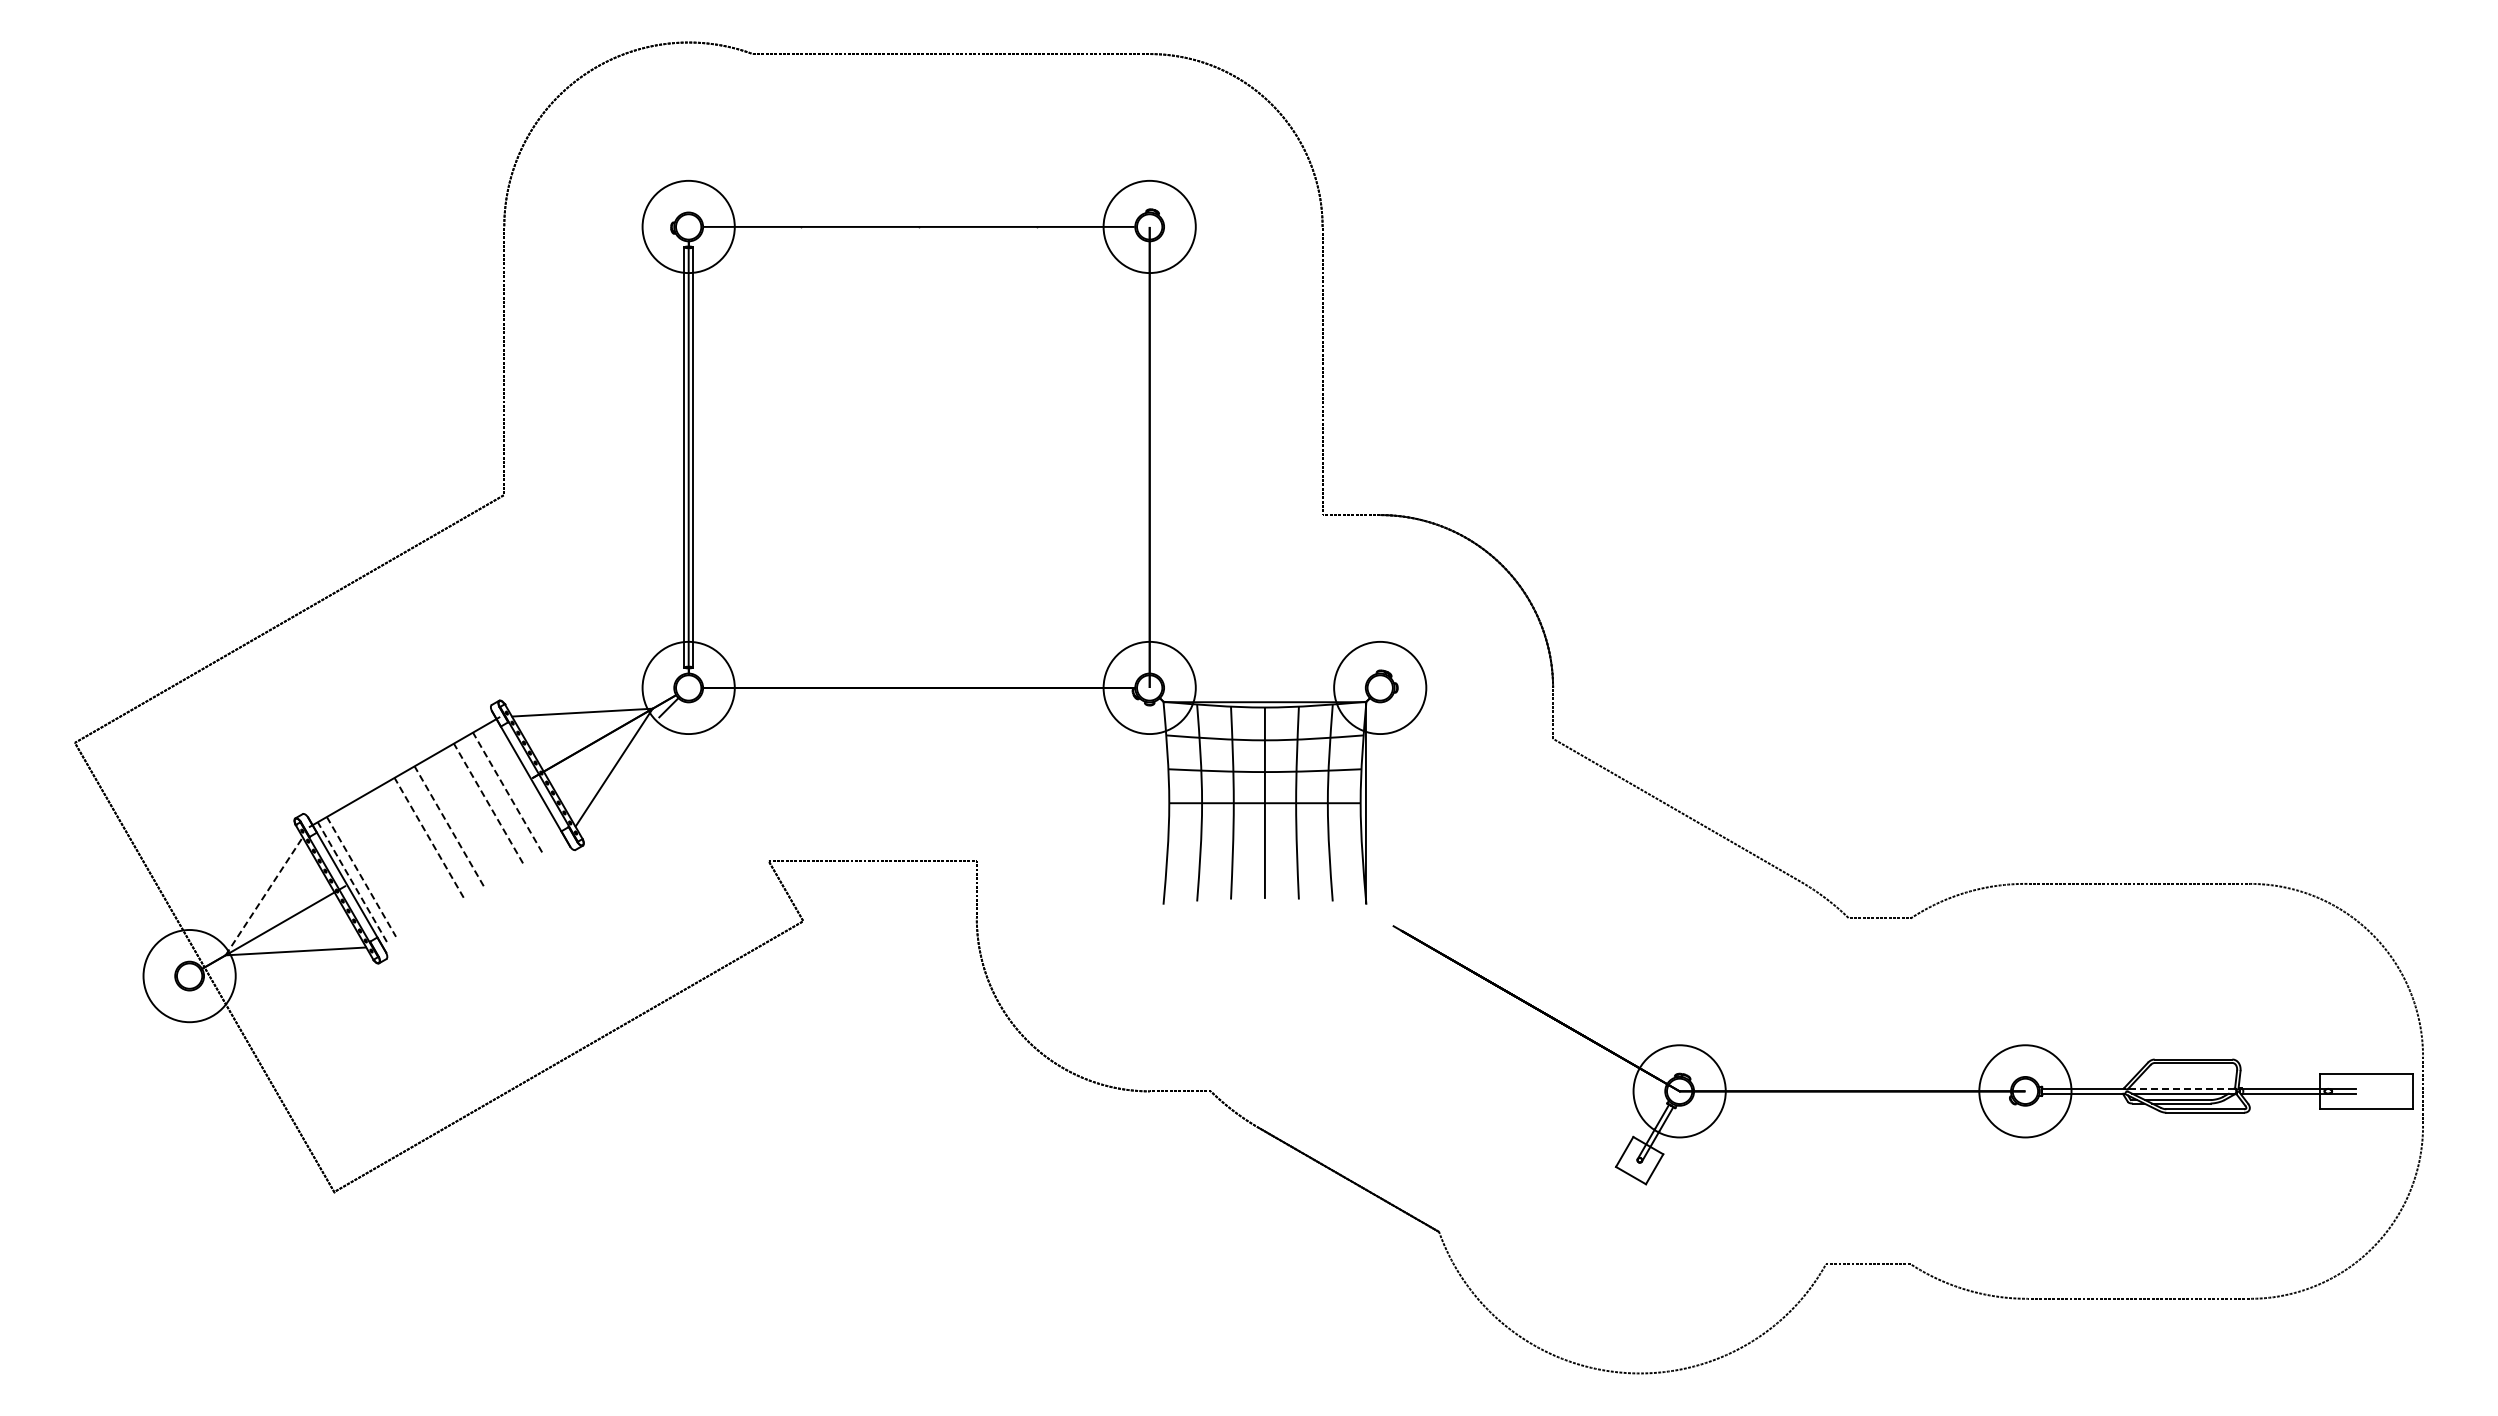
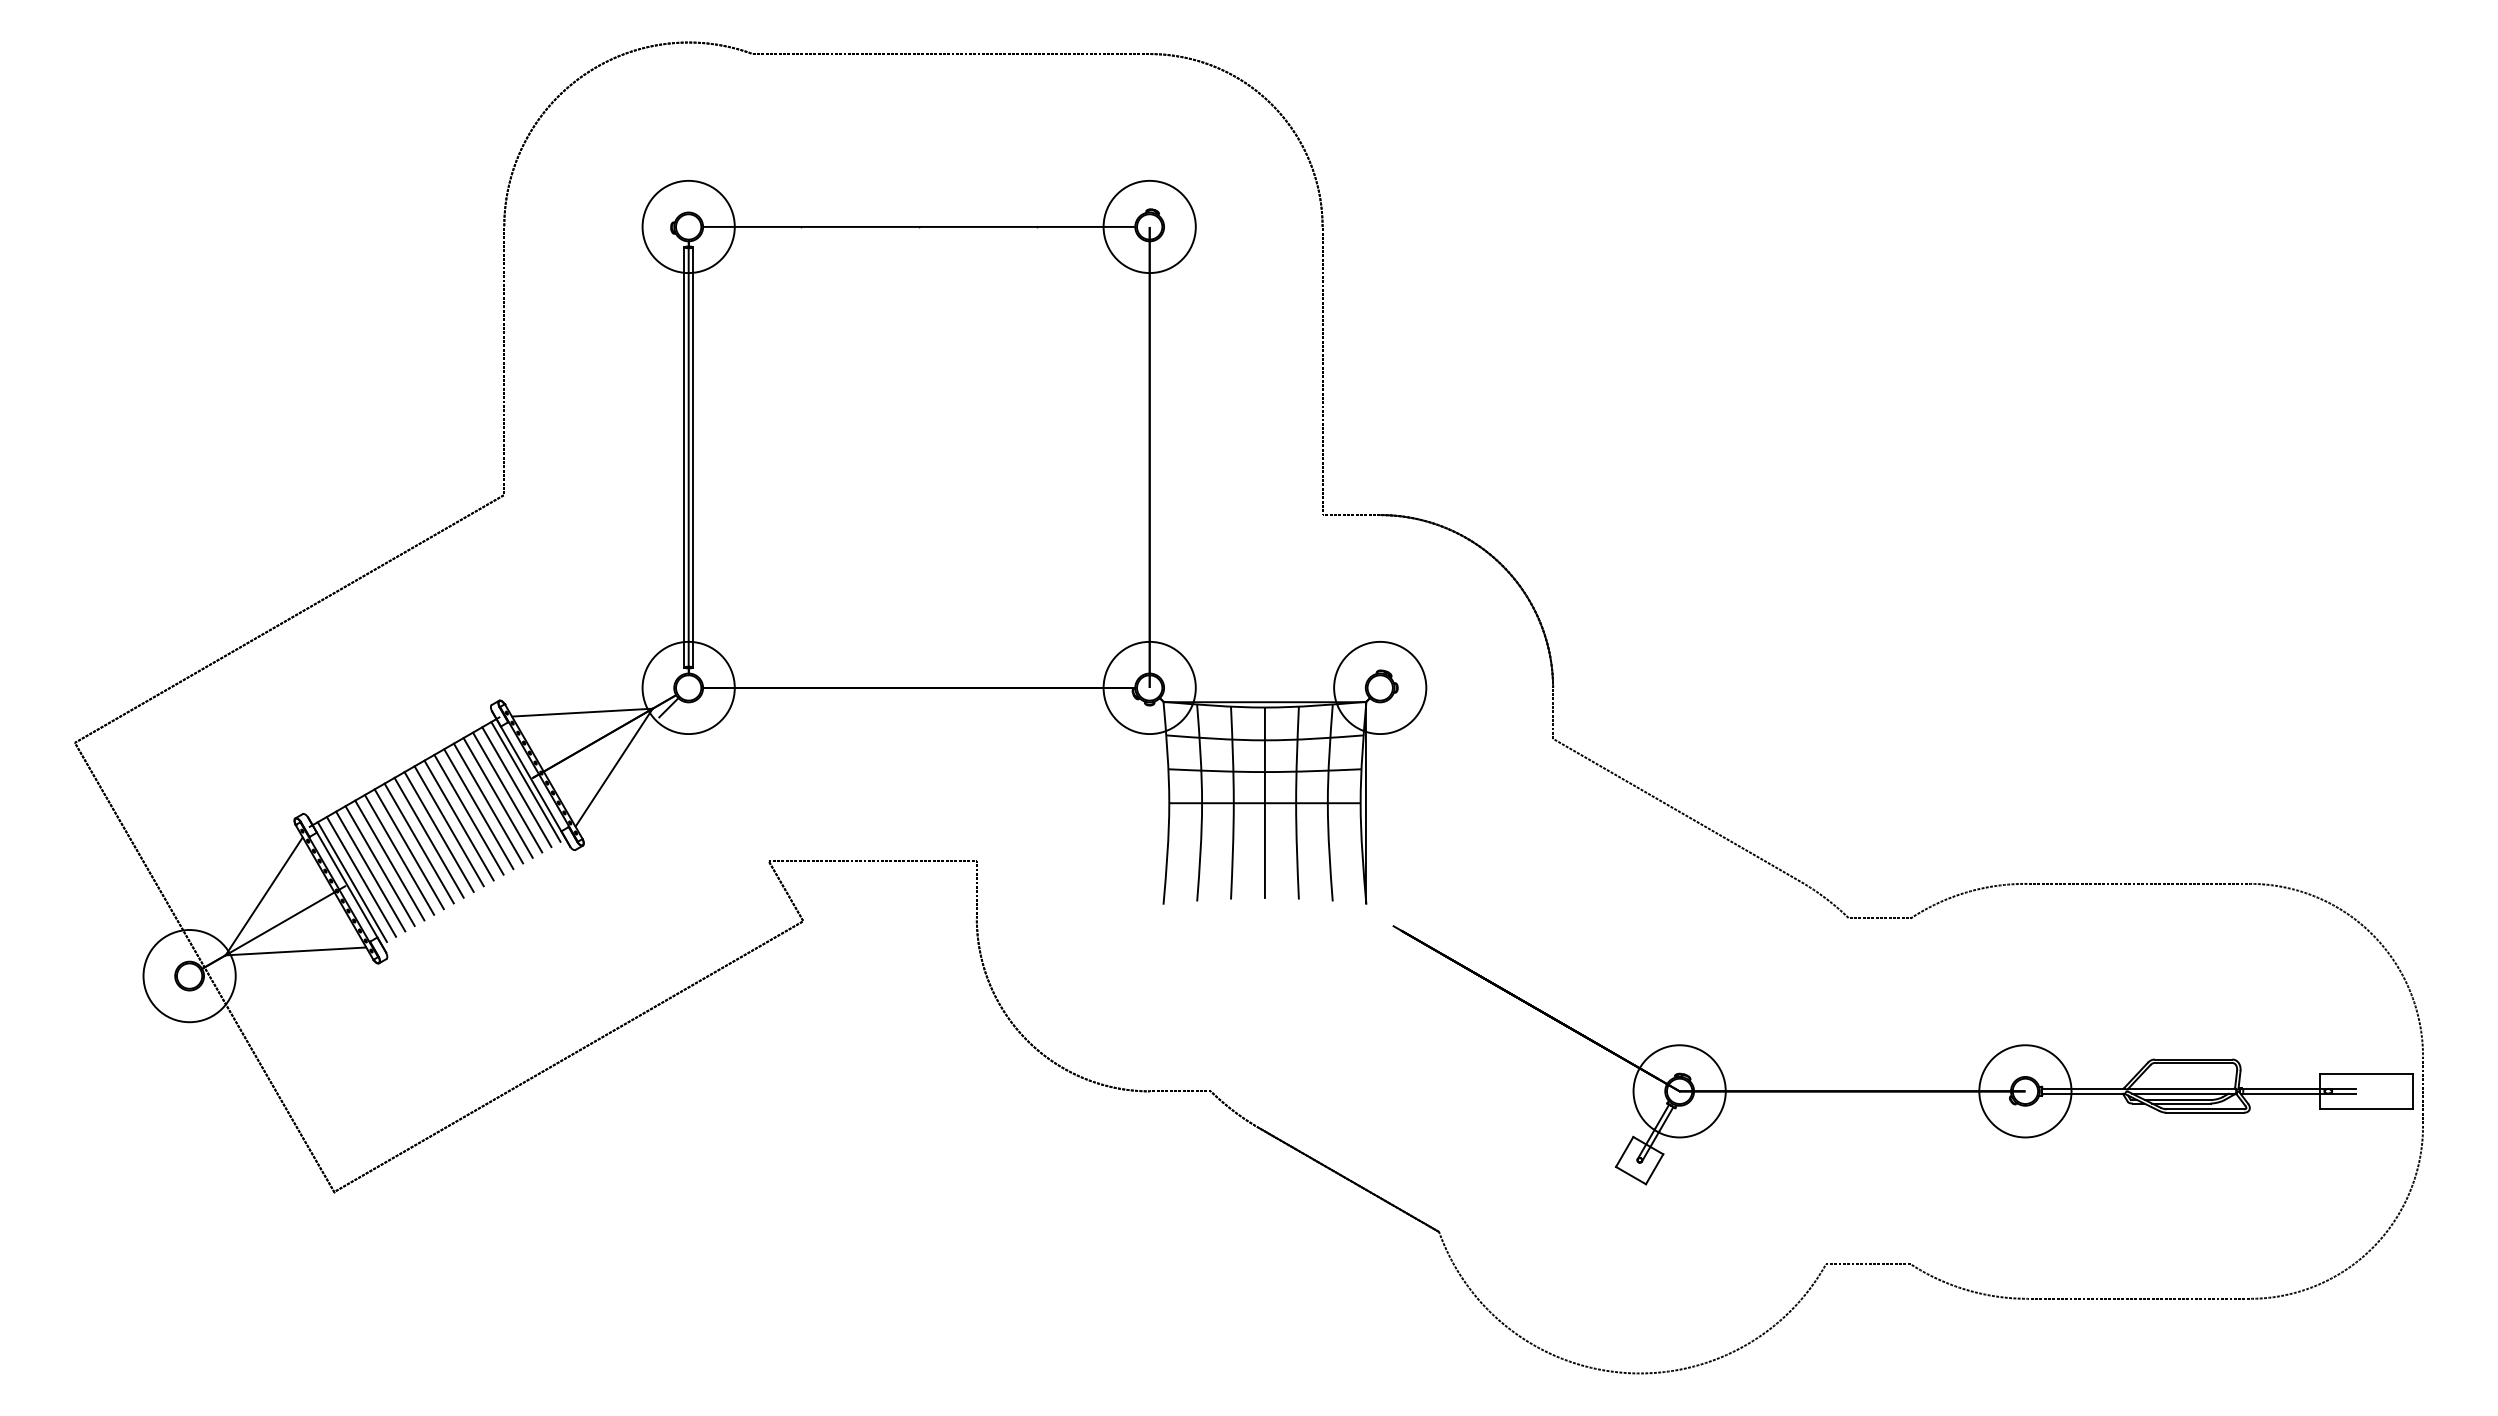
line at (525, 781): none -> present
line at (516, 787): none -> present
line at (507, 792): dashed -> solid
line at (497, 797): none -> present
line at (488, 803): dashed -> solid
line at (478, 809): none -> present
line at (468, 814): none -> present
line at (458, 820): none -> present
line at (448, 825): dashed -> solid
line at (438, 831): none -> present
line at (428, 837): dashed -> solid
line at (418, 843): none -> present
line at (408, 849): none -> present
line at (399, 854): none -> present
line at (389, 860): none -> present
line at (379, 865): none -> present
line at (370, 871): none -> present
line at (361, 877): dashed -> solid
line at (352, 881): dashed -> solid
line at (264, 896): dashed -> solid
line at (2180, 1088): dashed -> solid
